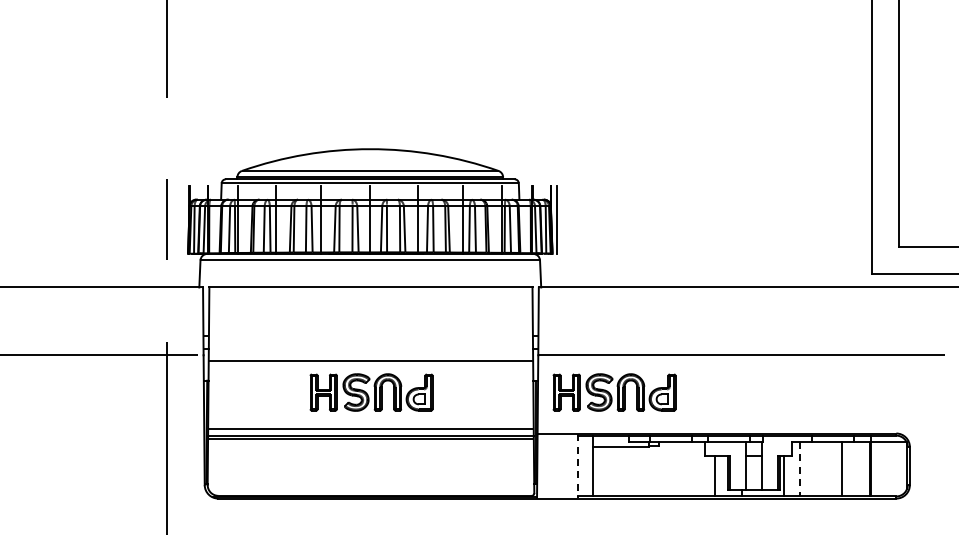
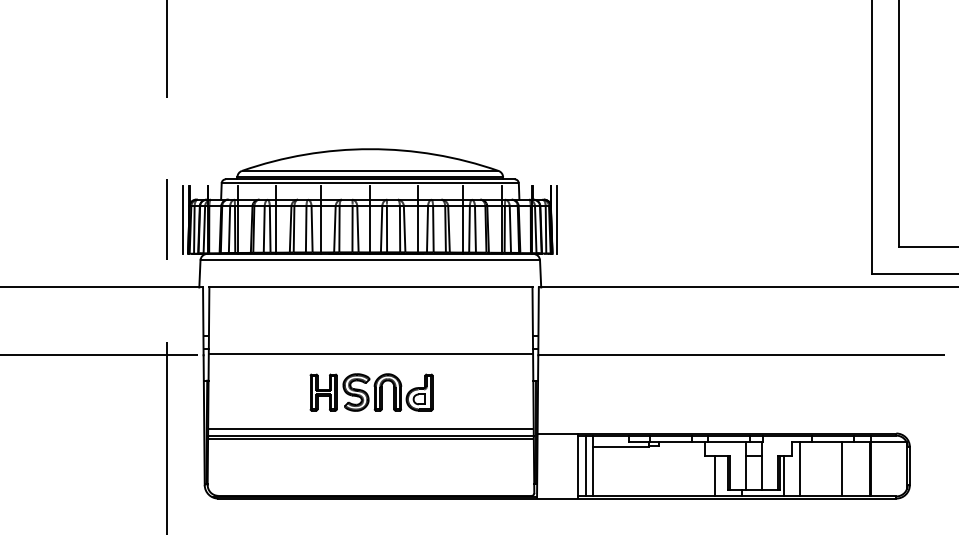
line at (183, 219): none -> present
line at (370, 361) position: (370, 361) -> (370, 354)
part at (614, 392): present -> none
line at (586, 465): none -> present
line at (577, 466): dashed -> solid
line at (800, 469): dashed -> solid
